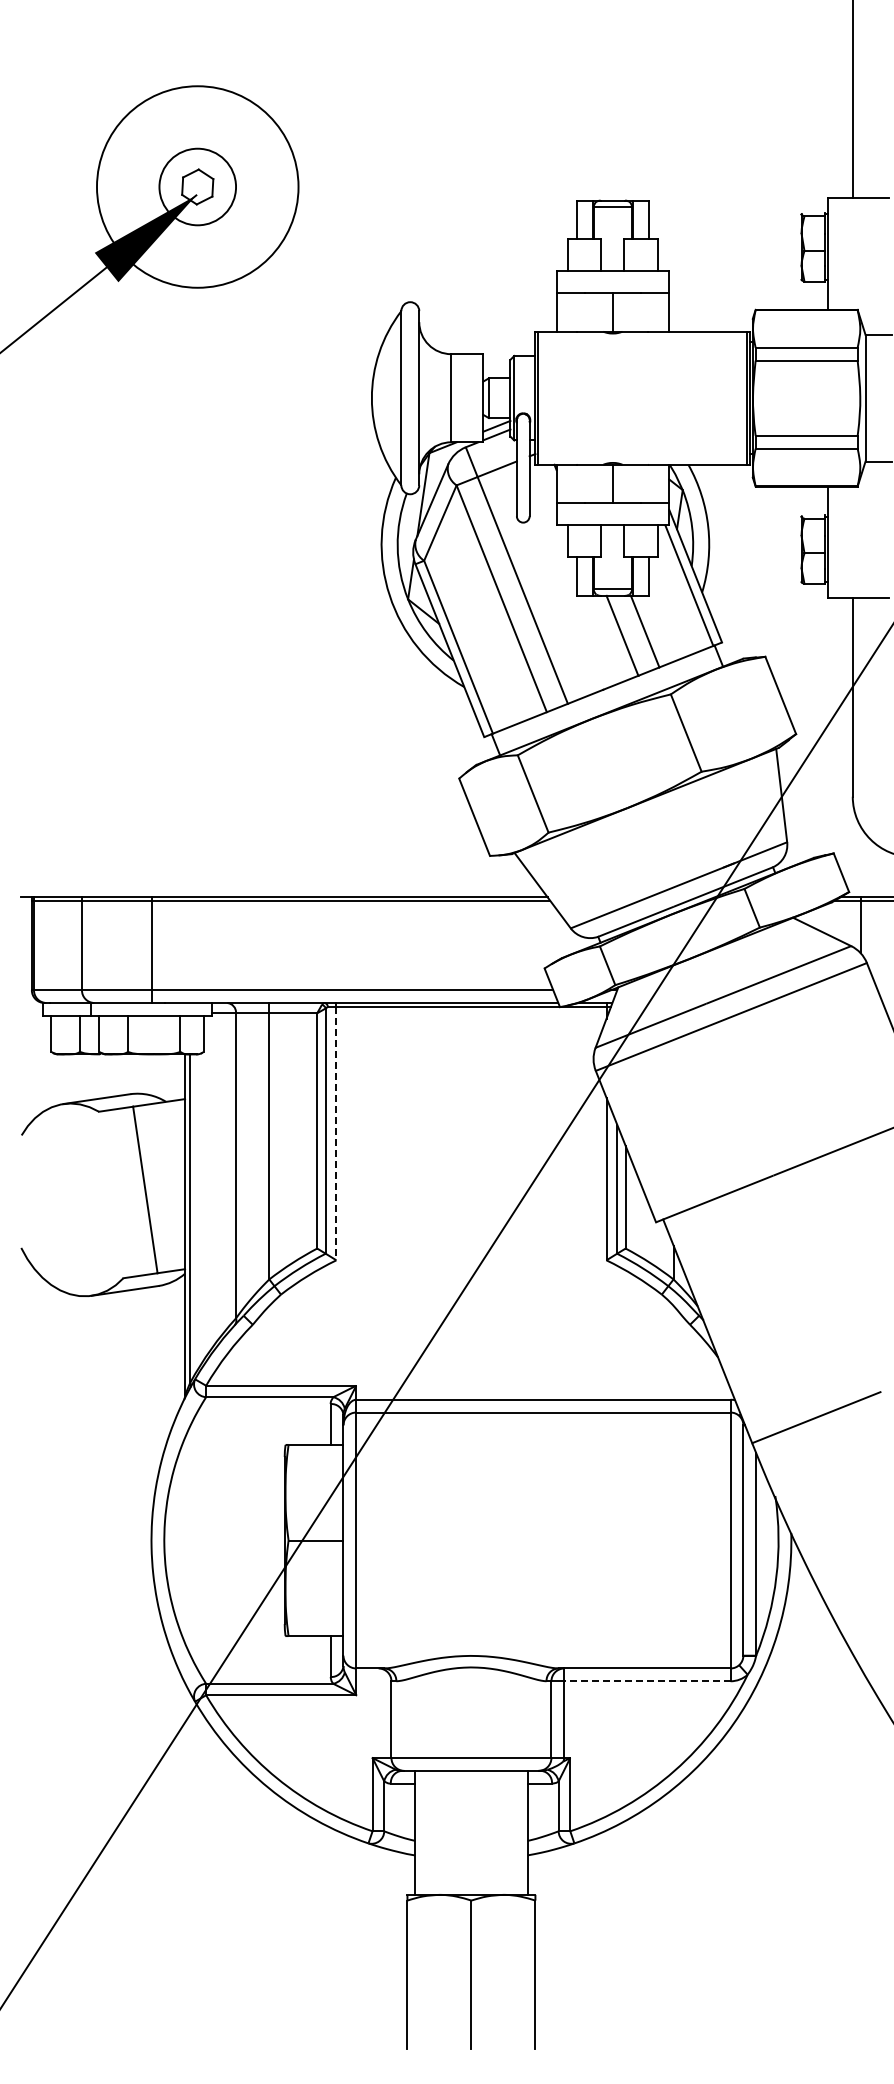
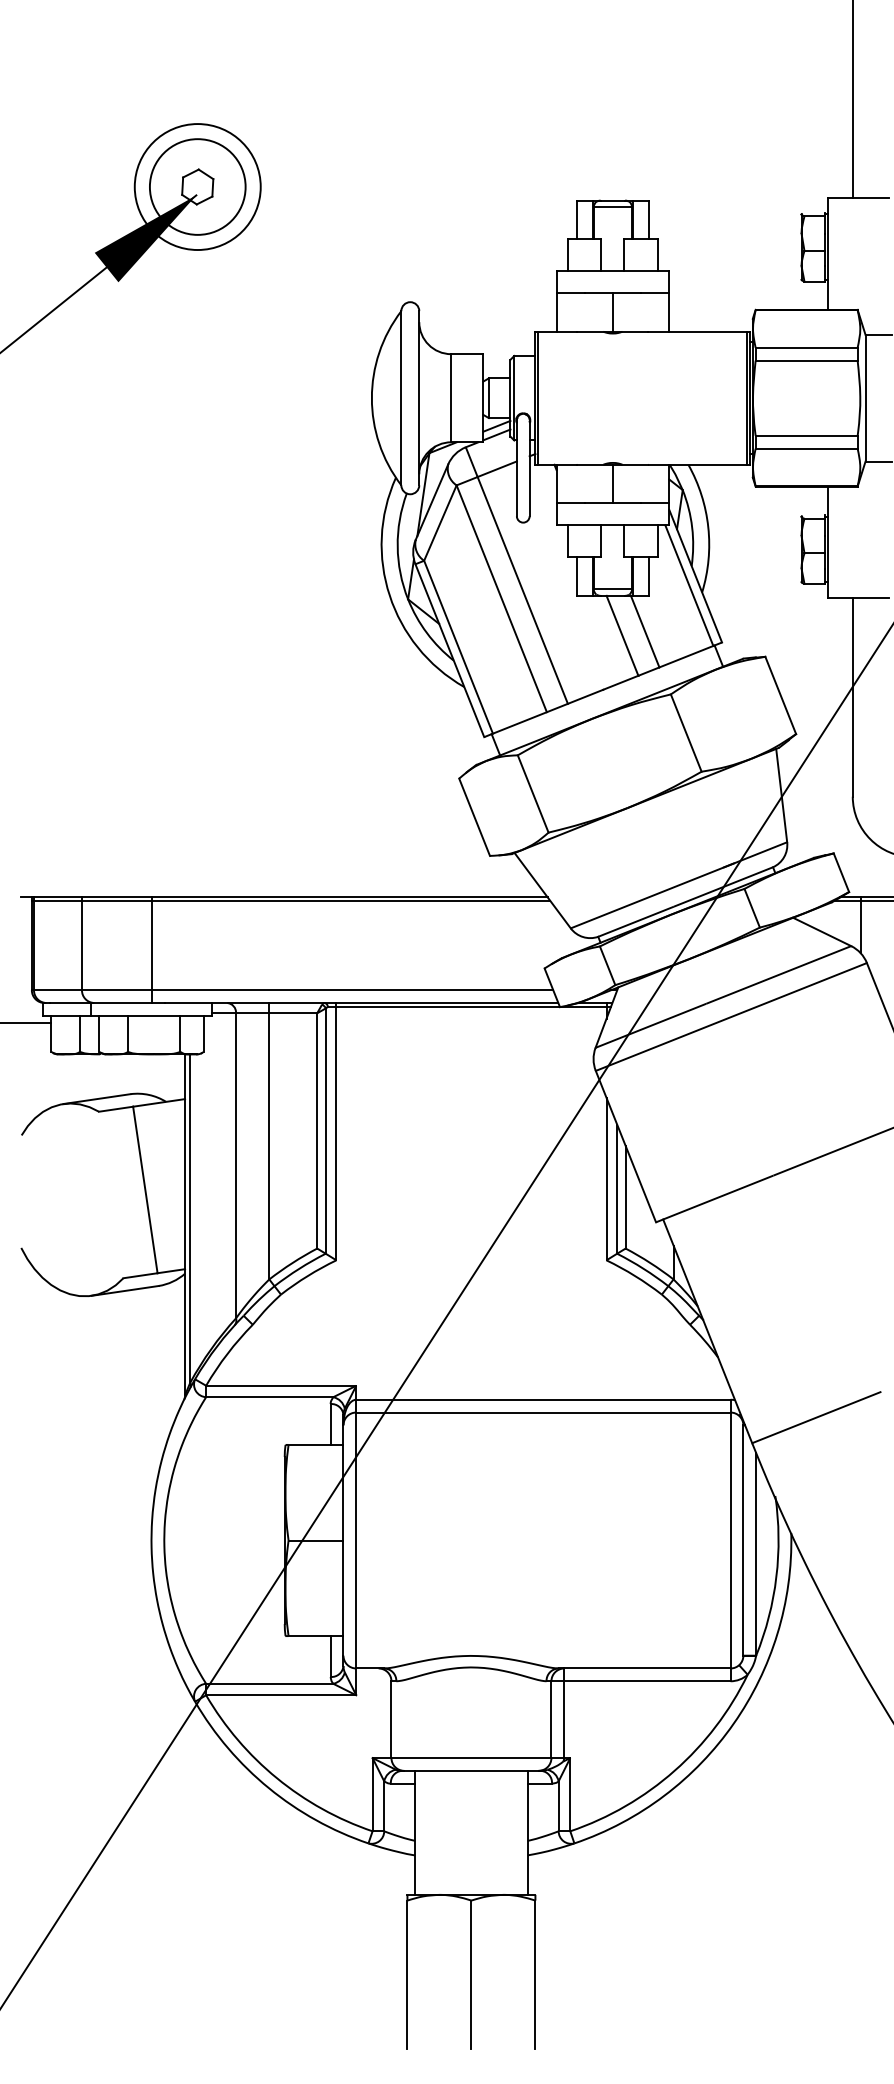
circle at (197, 186) diameter: 202 px -> 126 px
circle at (197, 186) diameter: 77 px -> 96 px
line at (26, 1023): none -> present
line at (336, 1134): dashed -> solid
line at (646, 1681): dashed -> solid
